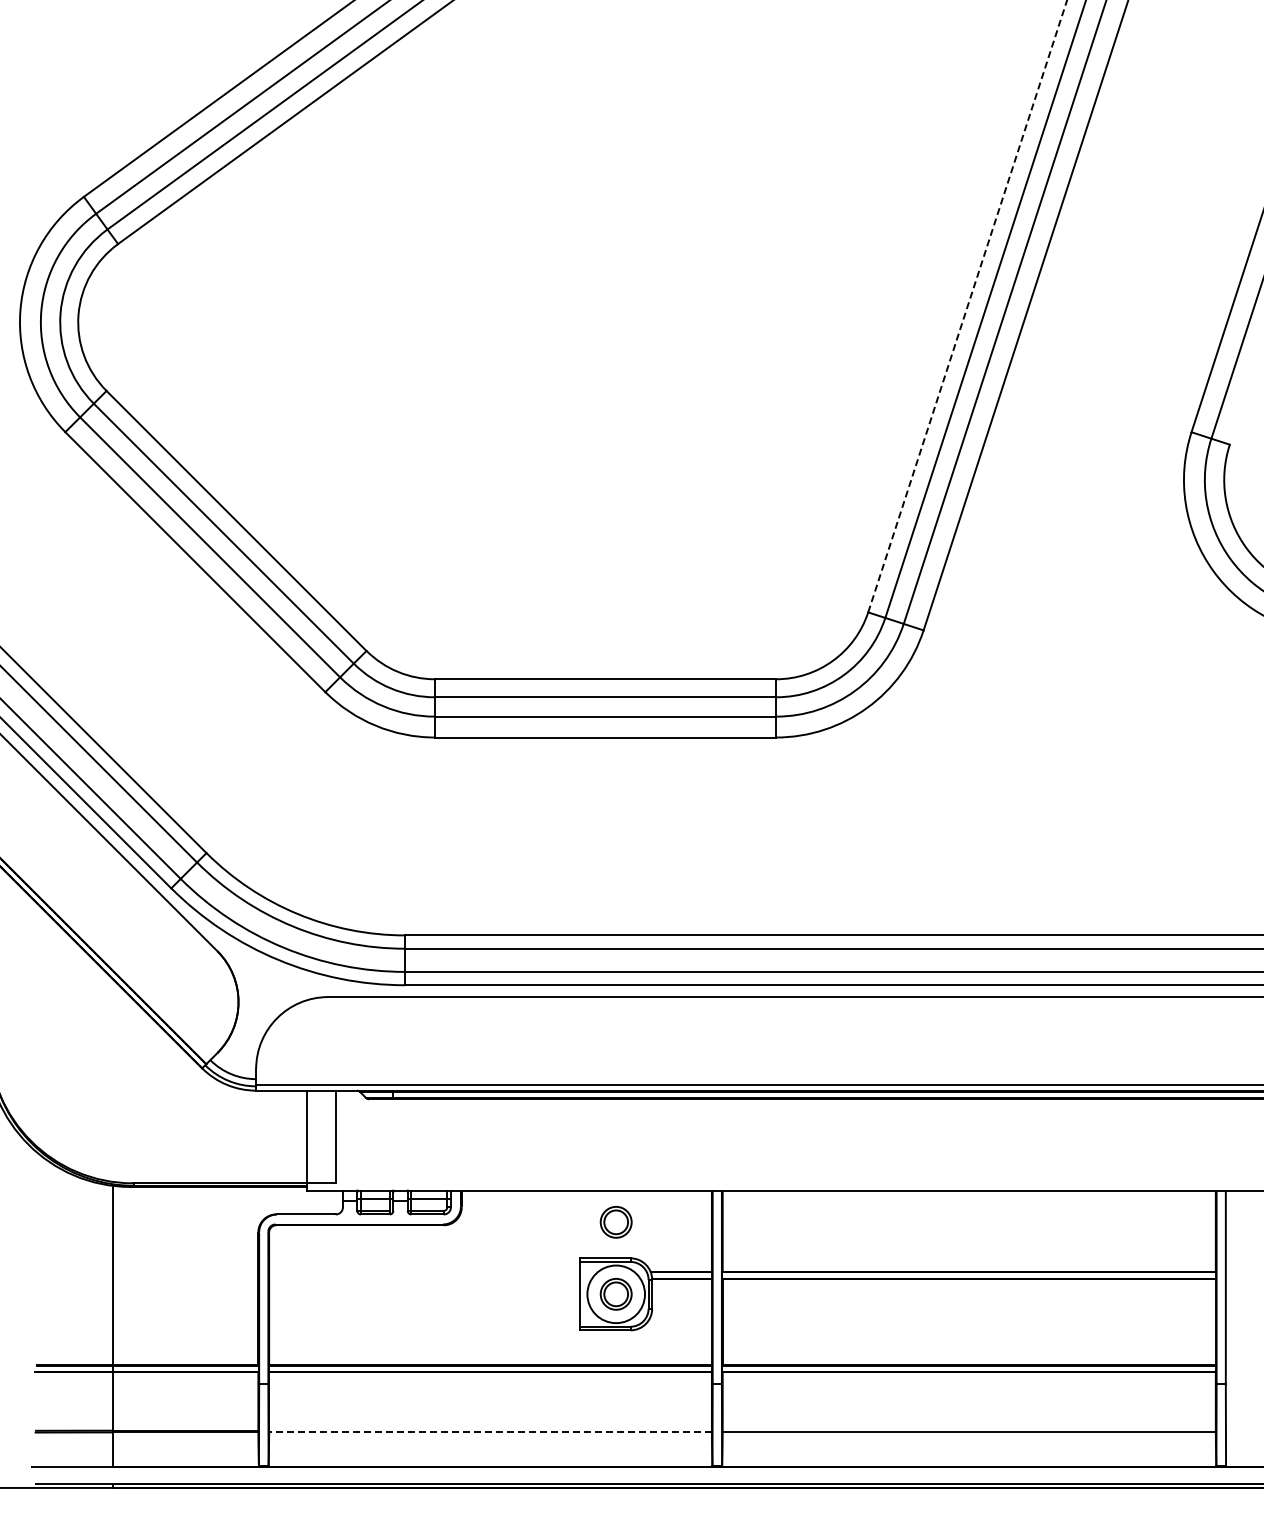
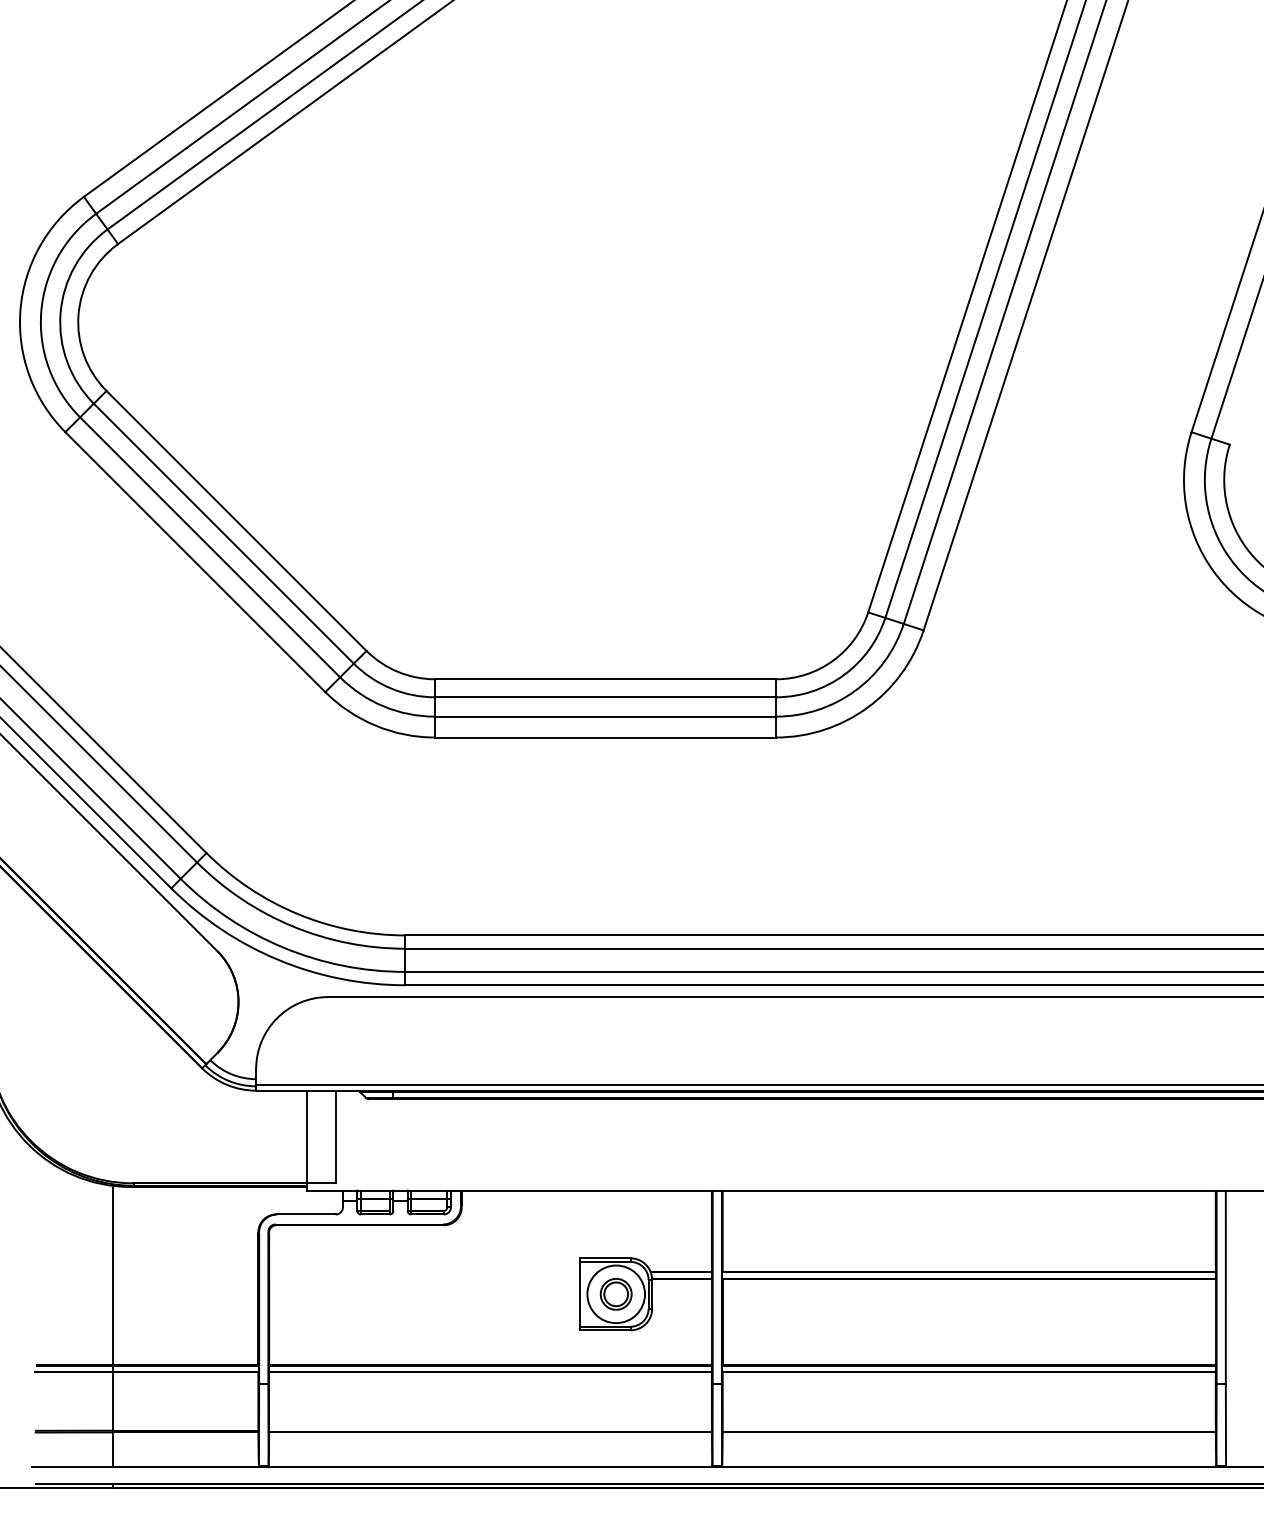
line at (967, 306): dashed -> solid
part at (615, 1222): present -> none
line at (490, 1431): dashed -> solid
